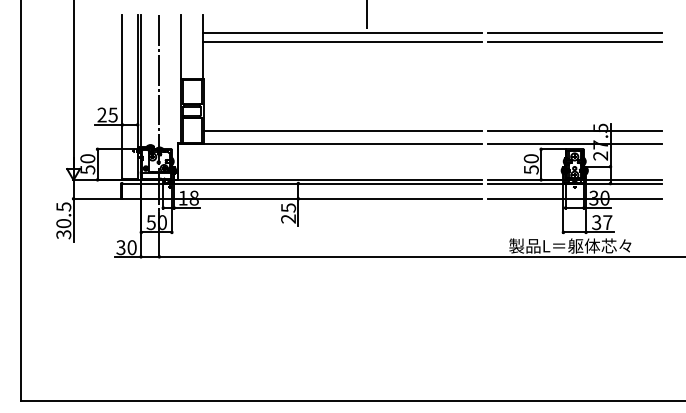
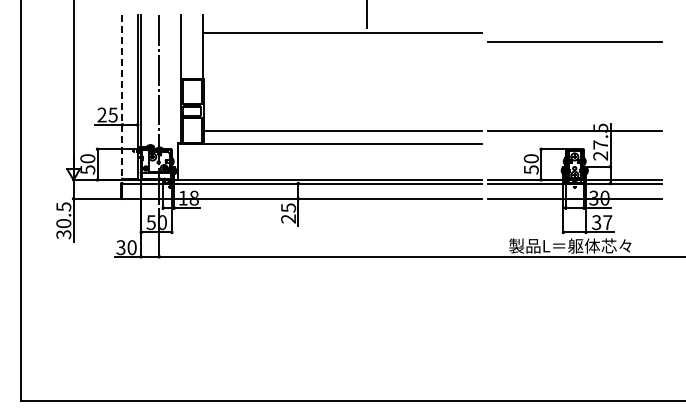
line at (574, 32): present -> none
line at (342, 42): present -> none
line at (122, 96): solid -> dashed
line at (574, 143): present -> none
